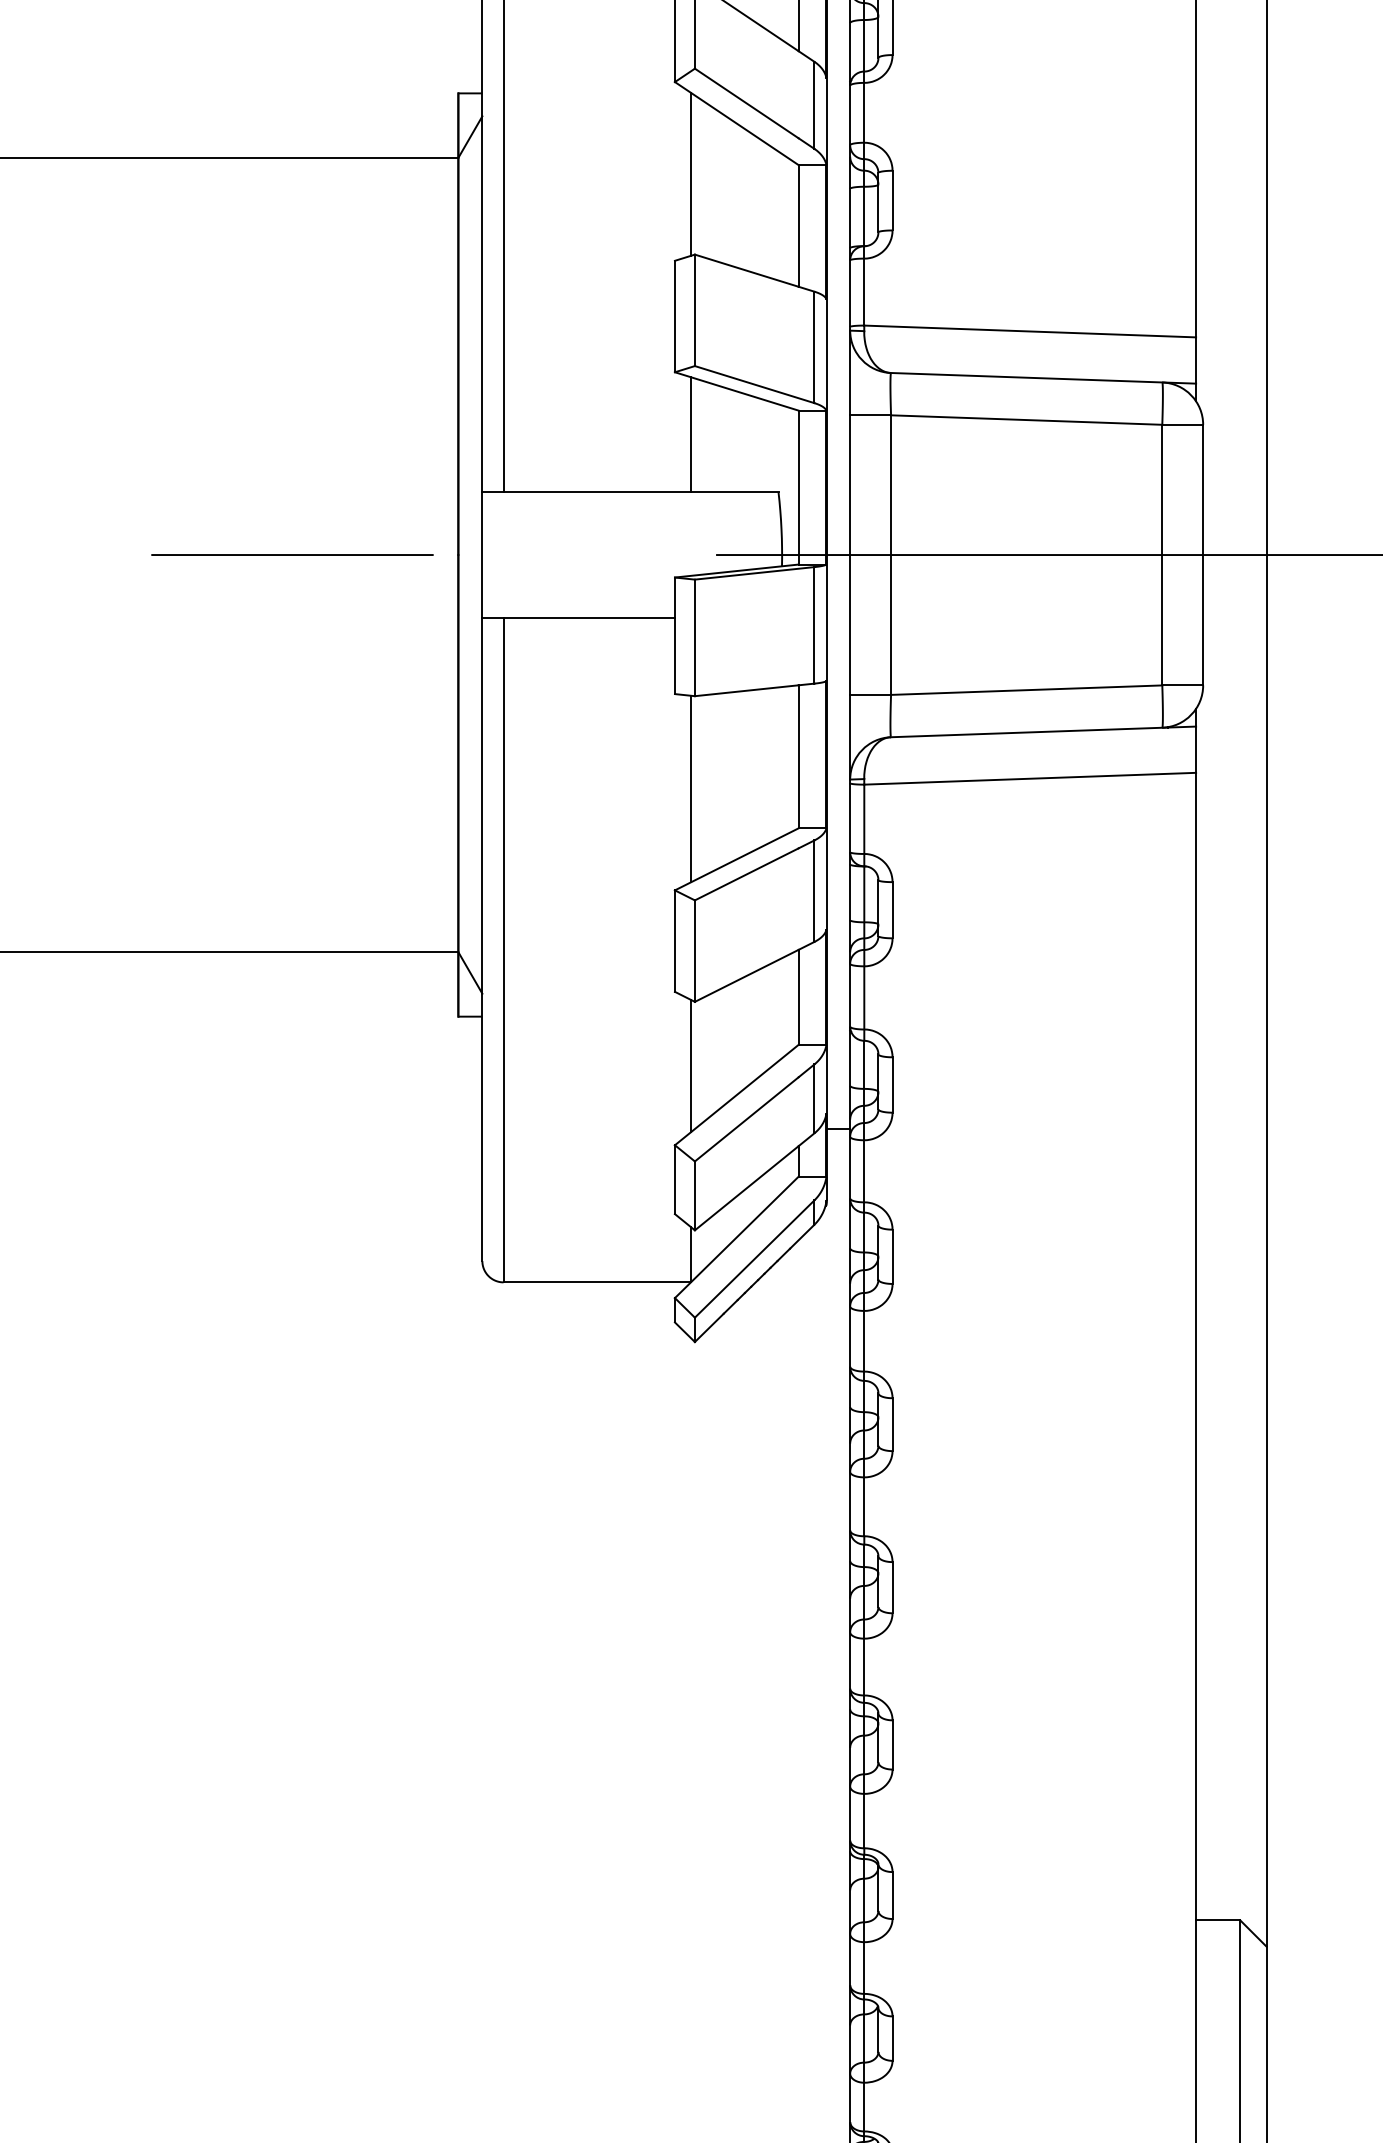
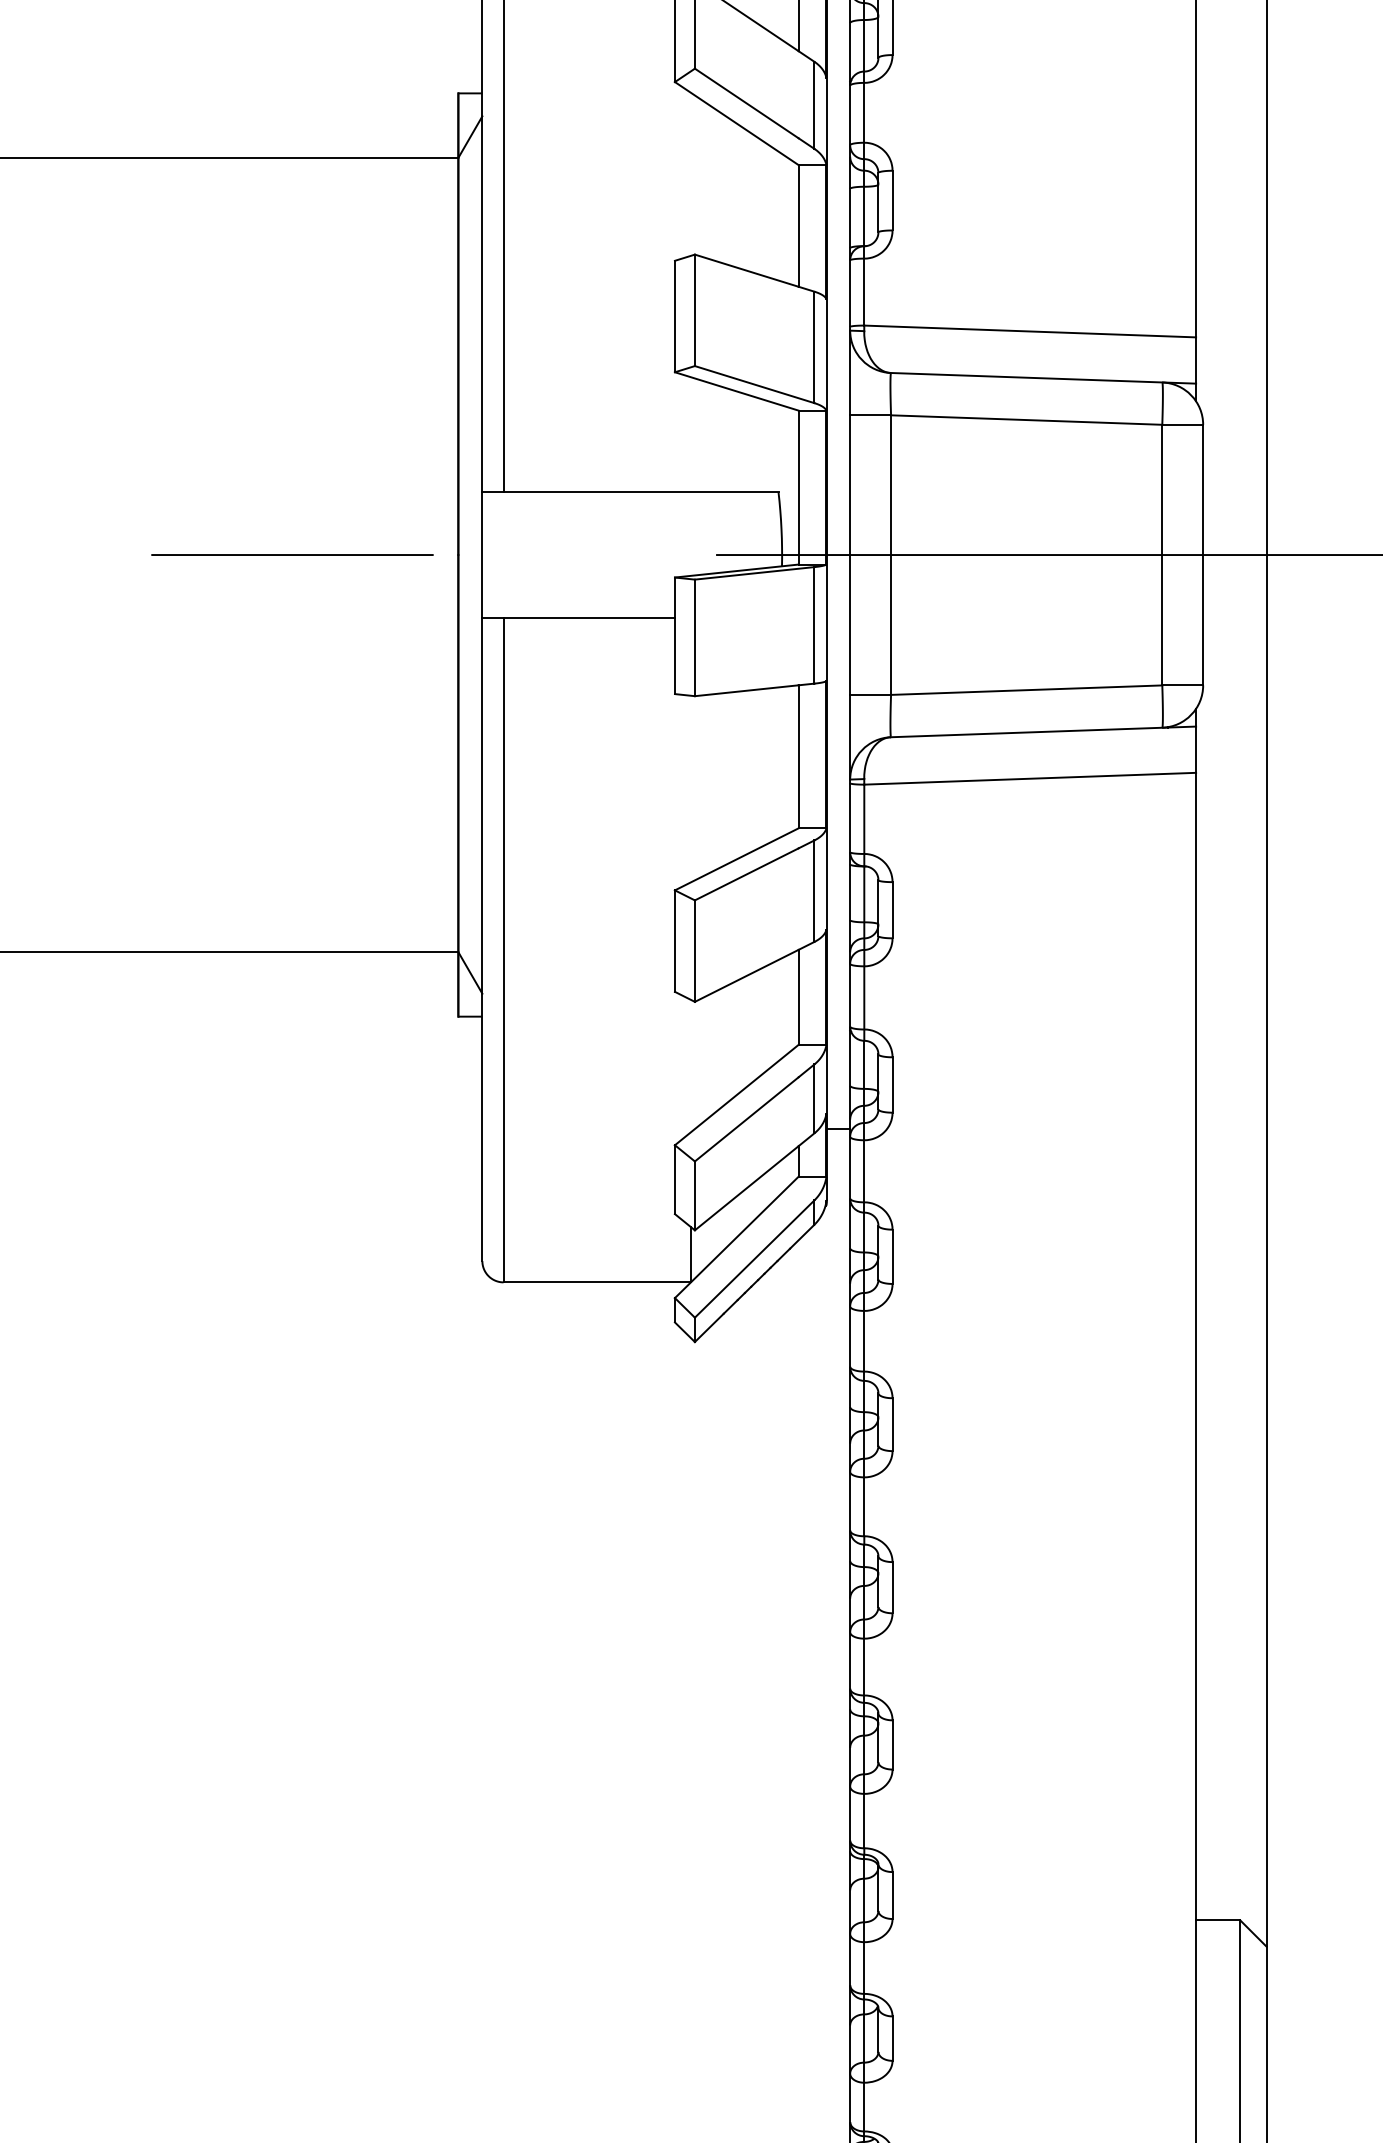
line at (691, 174): present -> none
line at (691, 434): present -> none
line at (691, 788): present -> none
line at (691, 1065): present -> none
